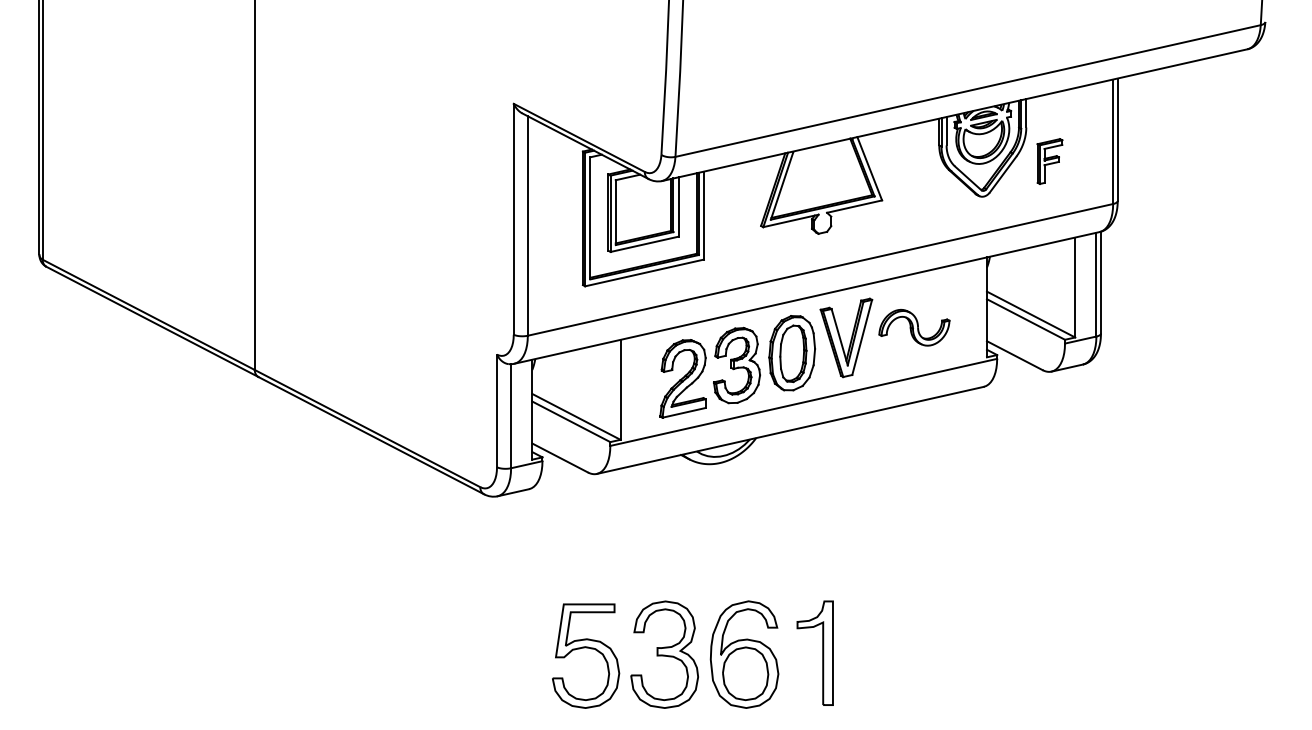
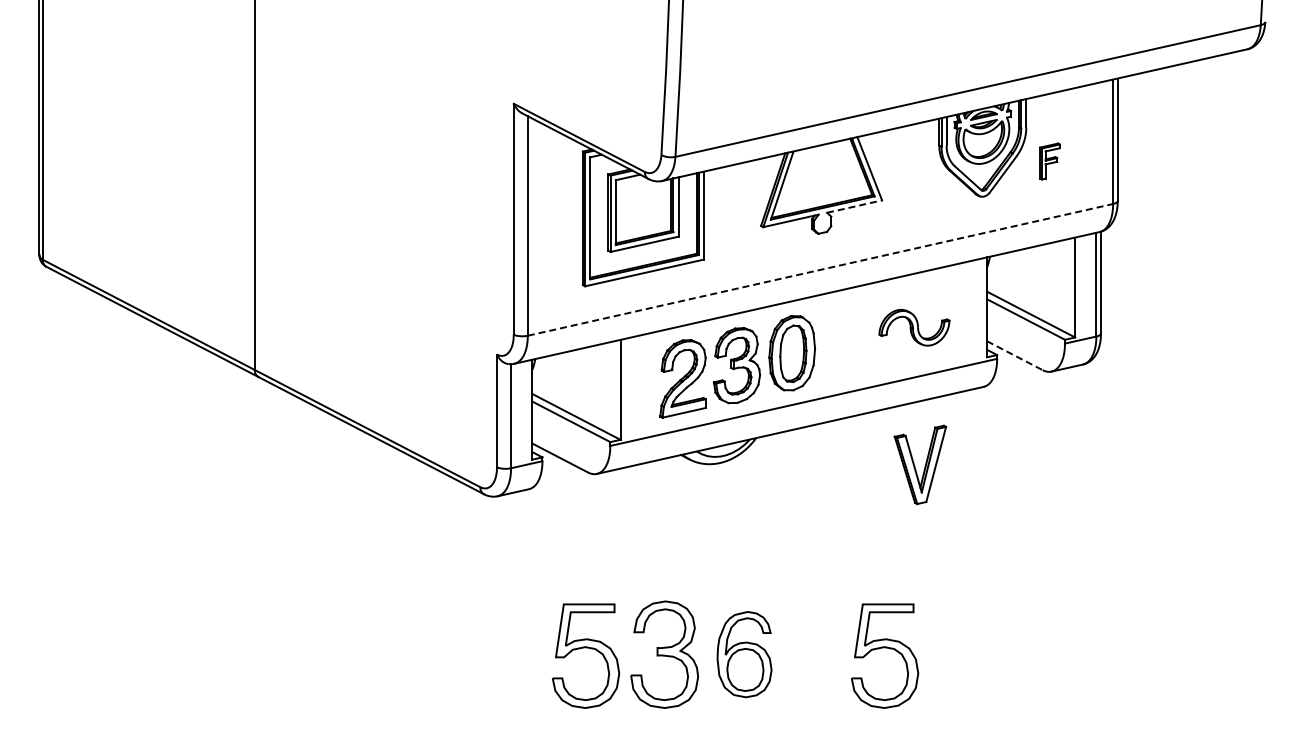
part at (1049, 161) size: 28x47 px -> 22x39 px
line at (855, 206): solid -> dashed
line at (820, 269): solid -> dashed
part at (846, 337) position: (846, 337) -> (920, 464)
line at (1015, 355): solid -> dashed
part at (885, 648): none -> present
part at (822, 652): present -> none
part at (744, 654) size: 71x109 px -> 57x88 px
